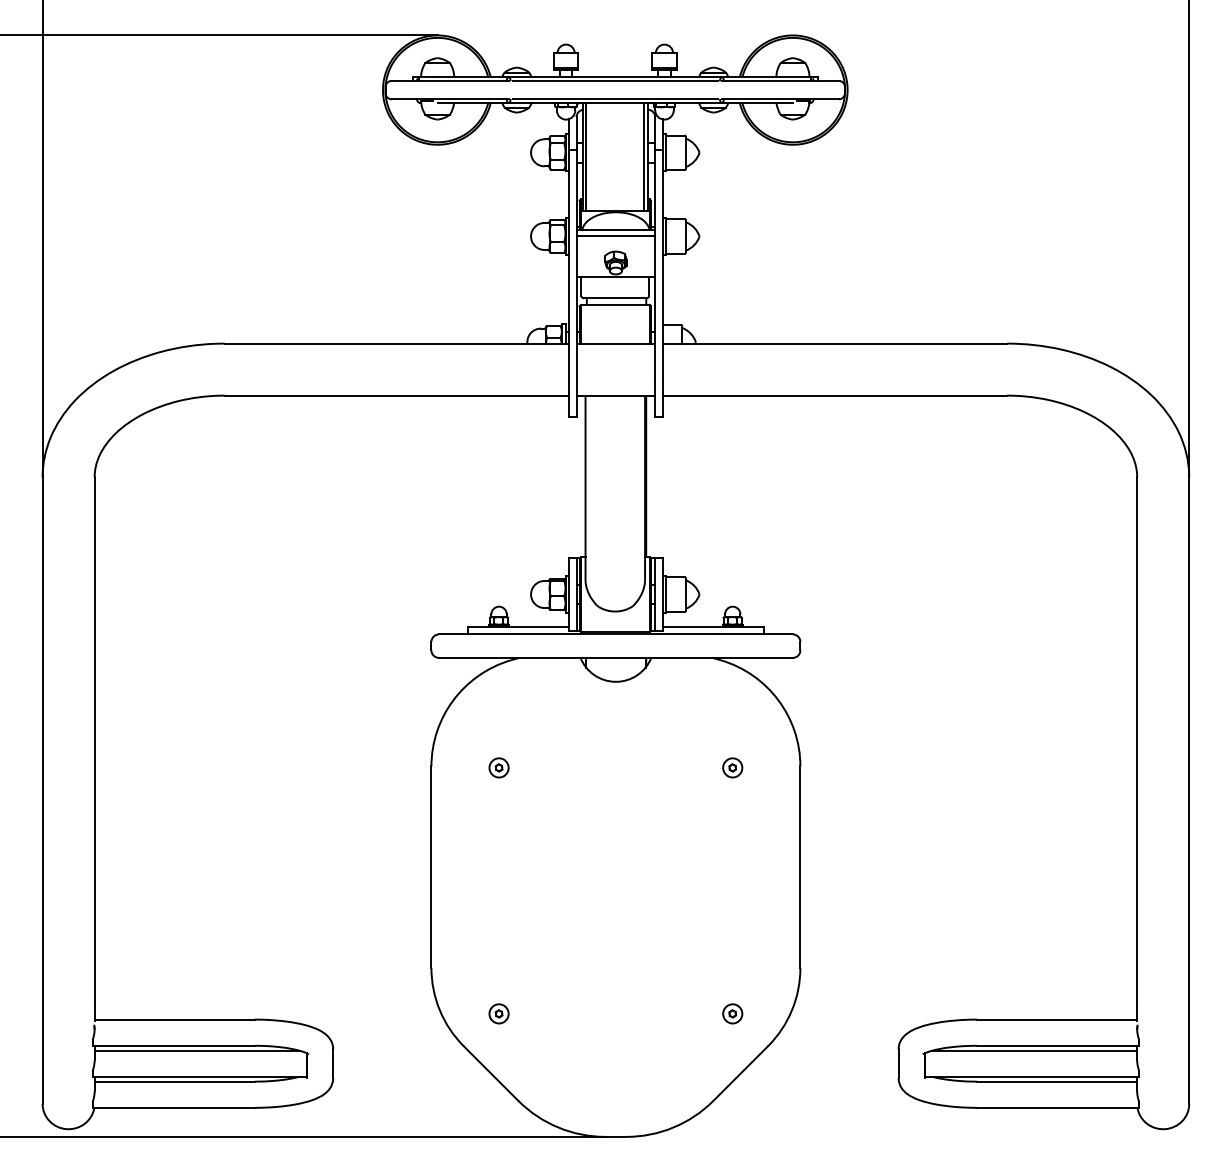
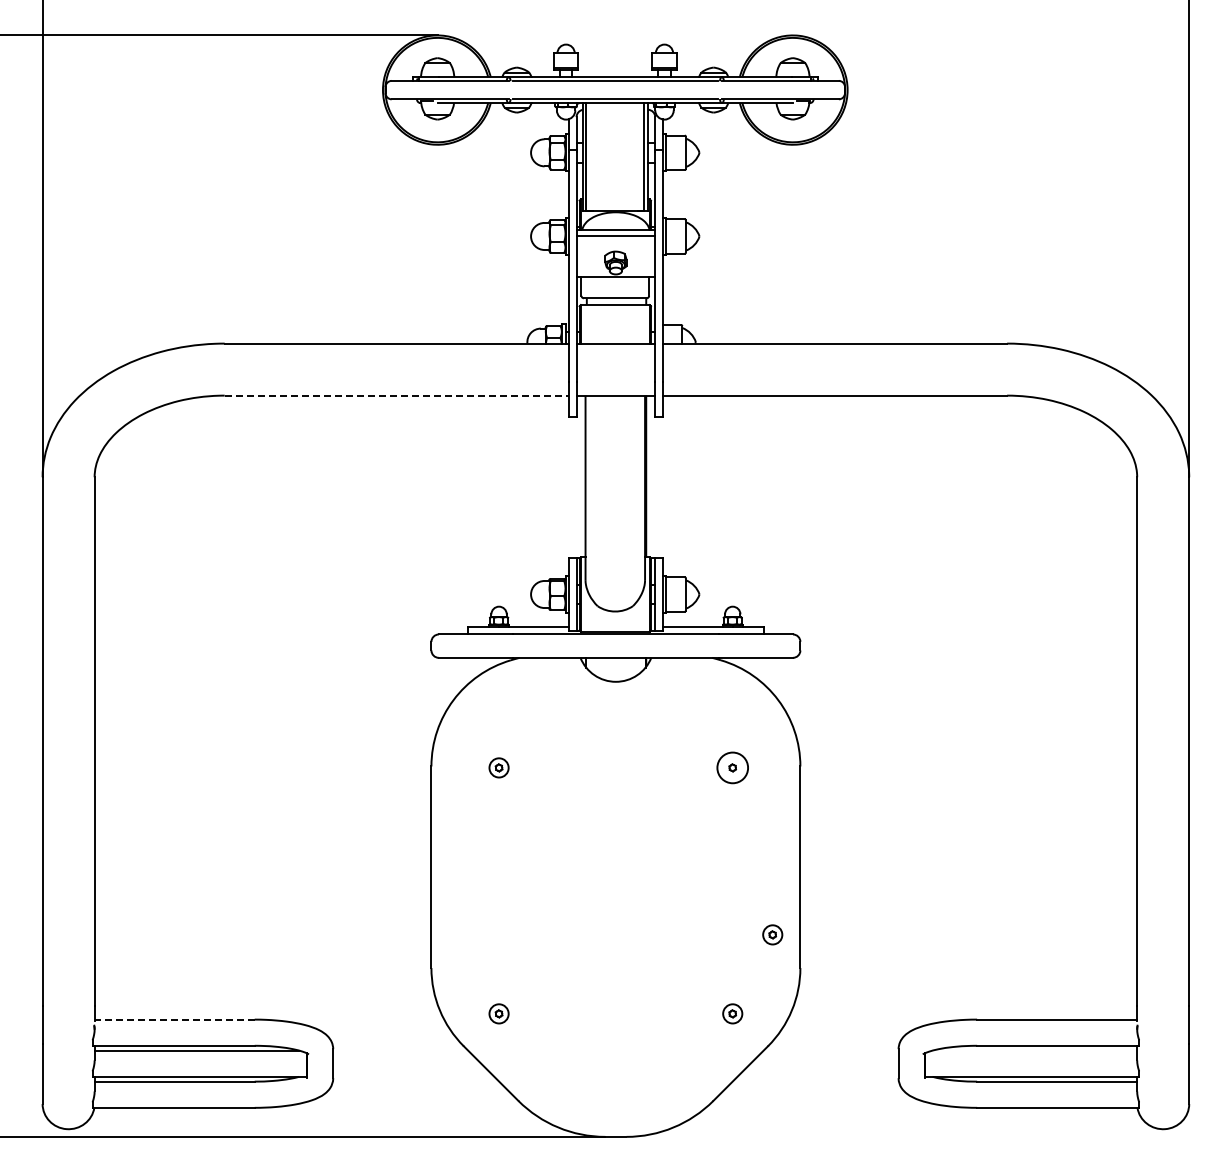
line at (397, 395): solid -> dashed
circle at (732, 767) diameter: 19 px -> 31 px
part at (772, 934): none -> present
line at (174, 1019): solid -> dashed
line at (1034, 1050): present -> none
